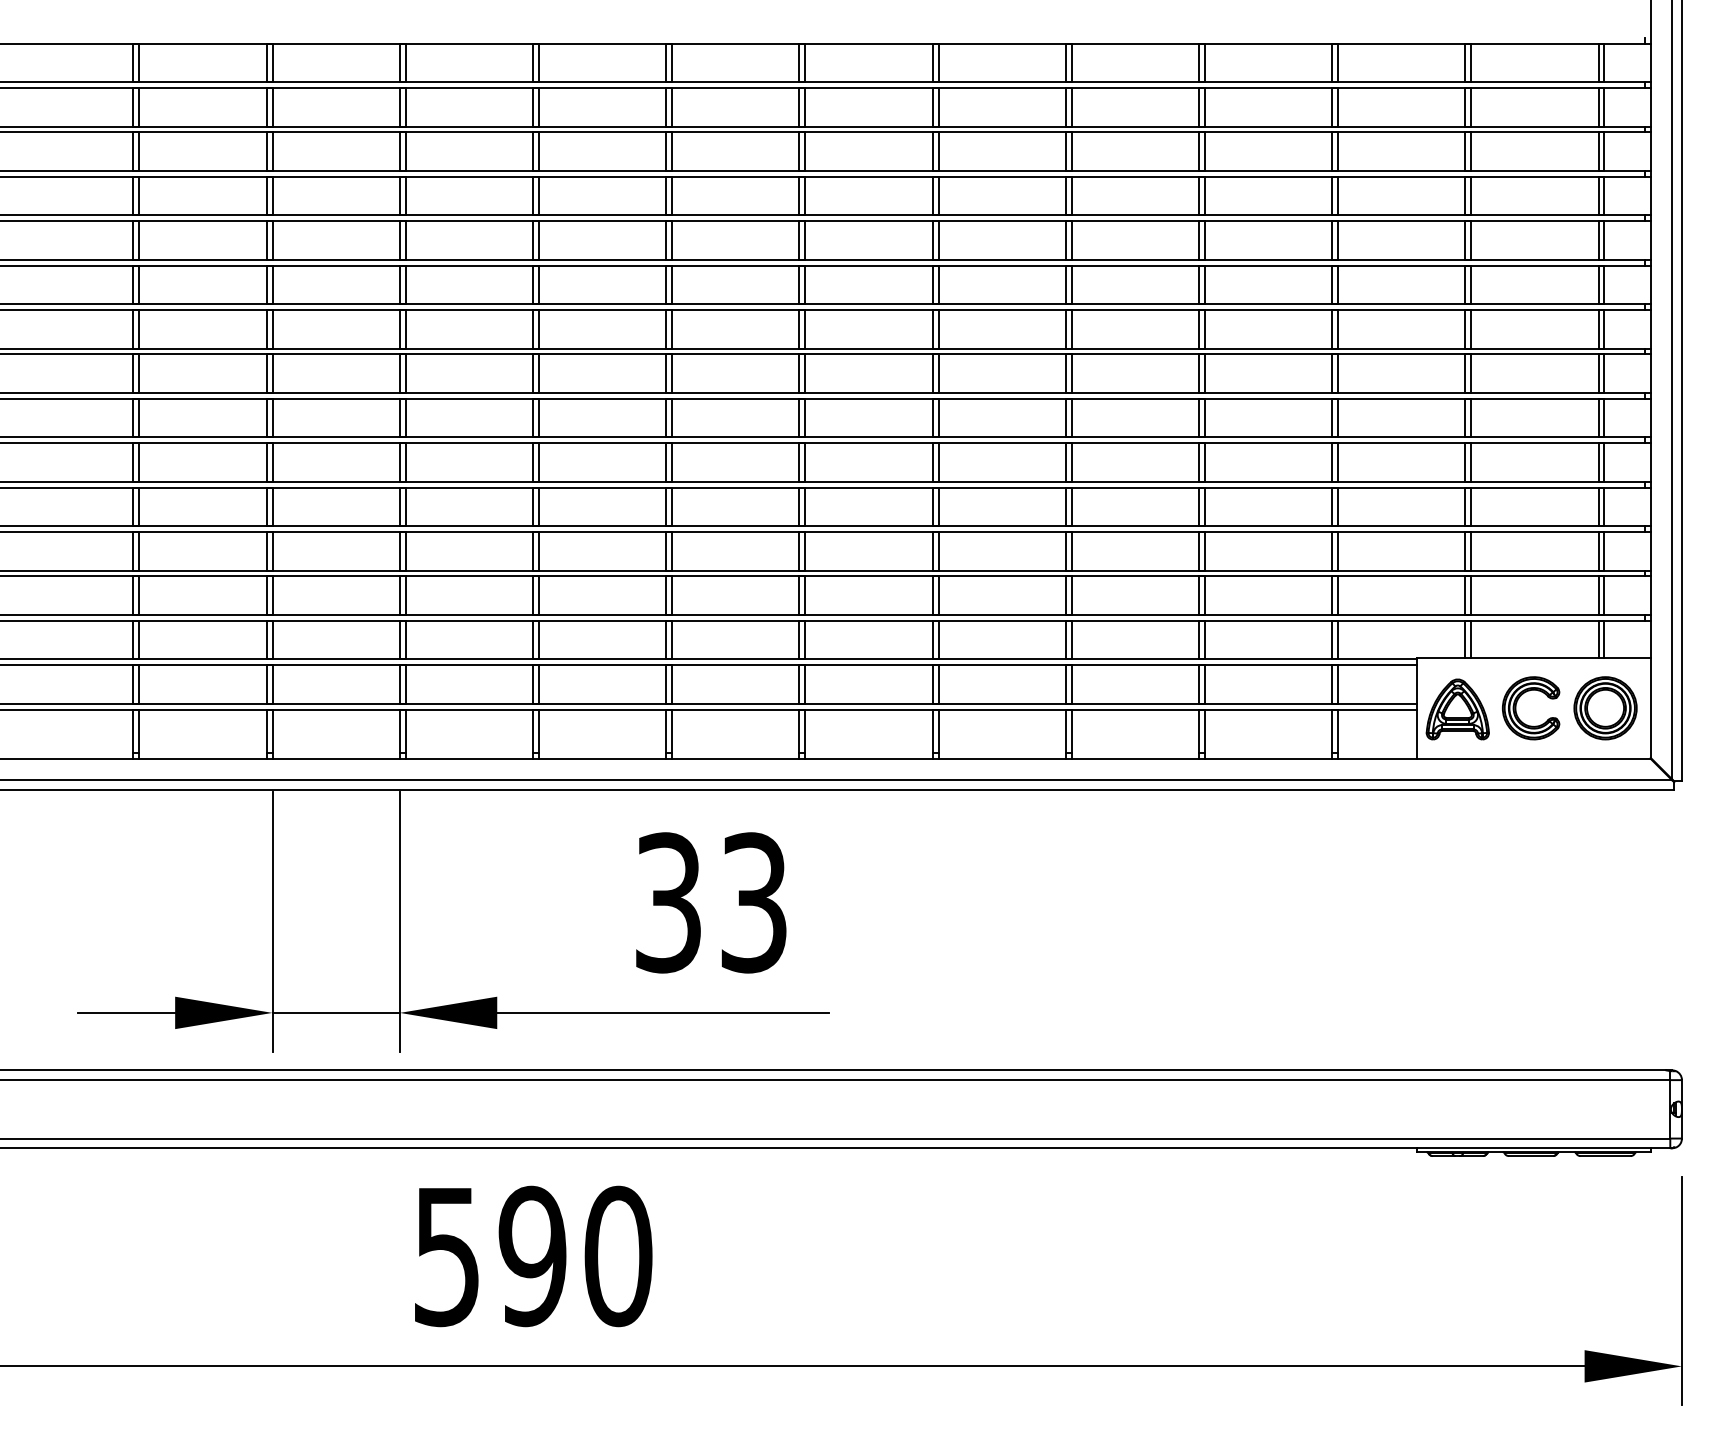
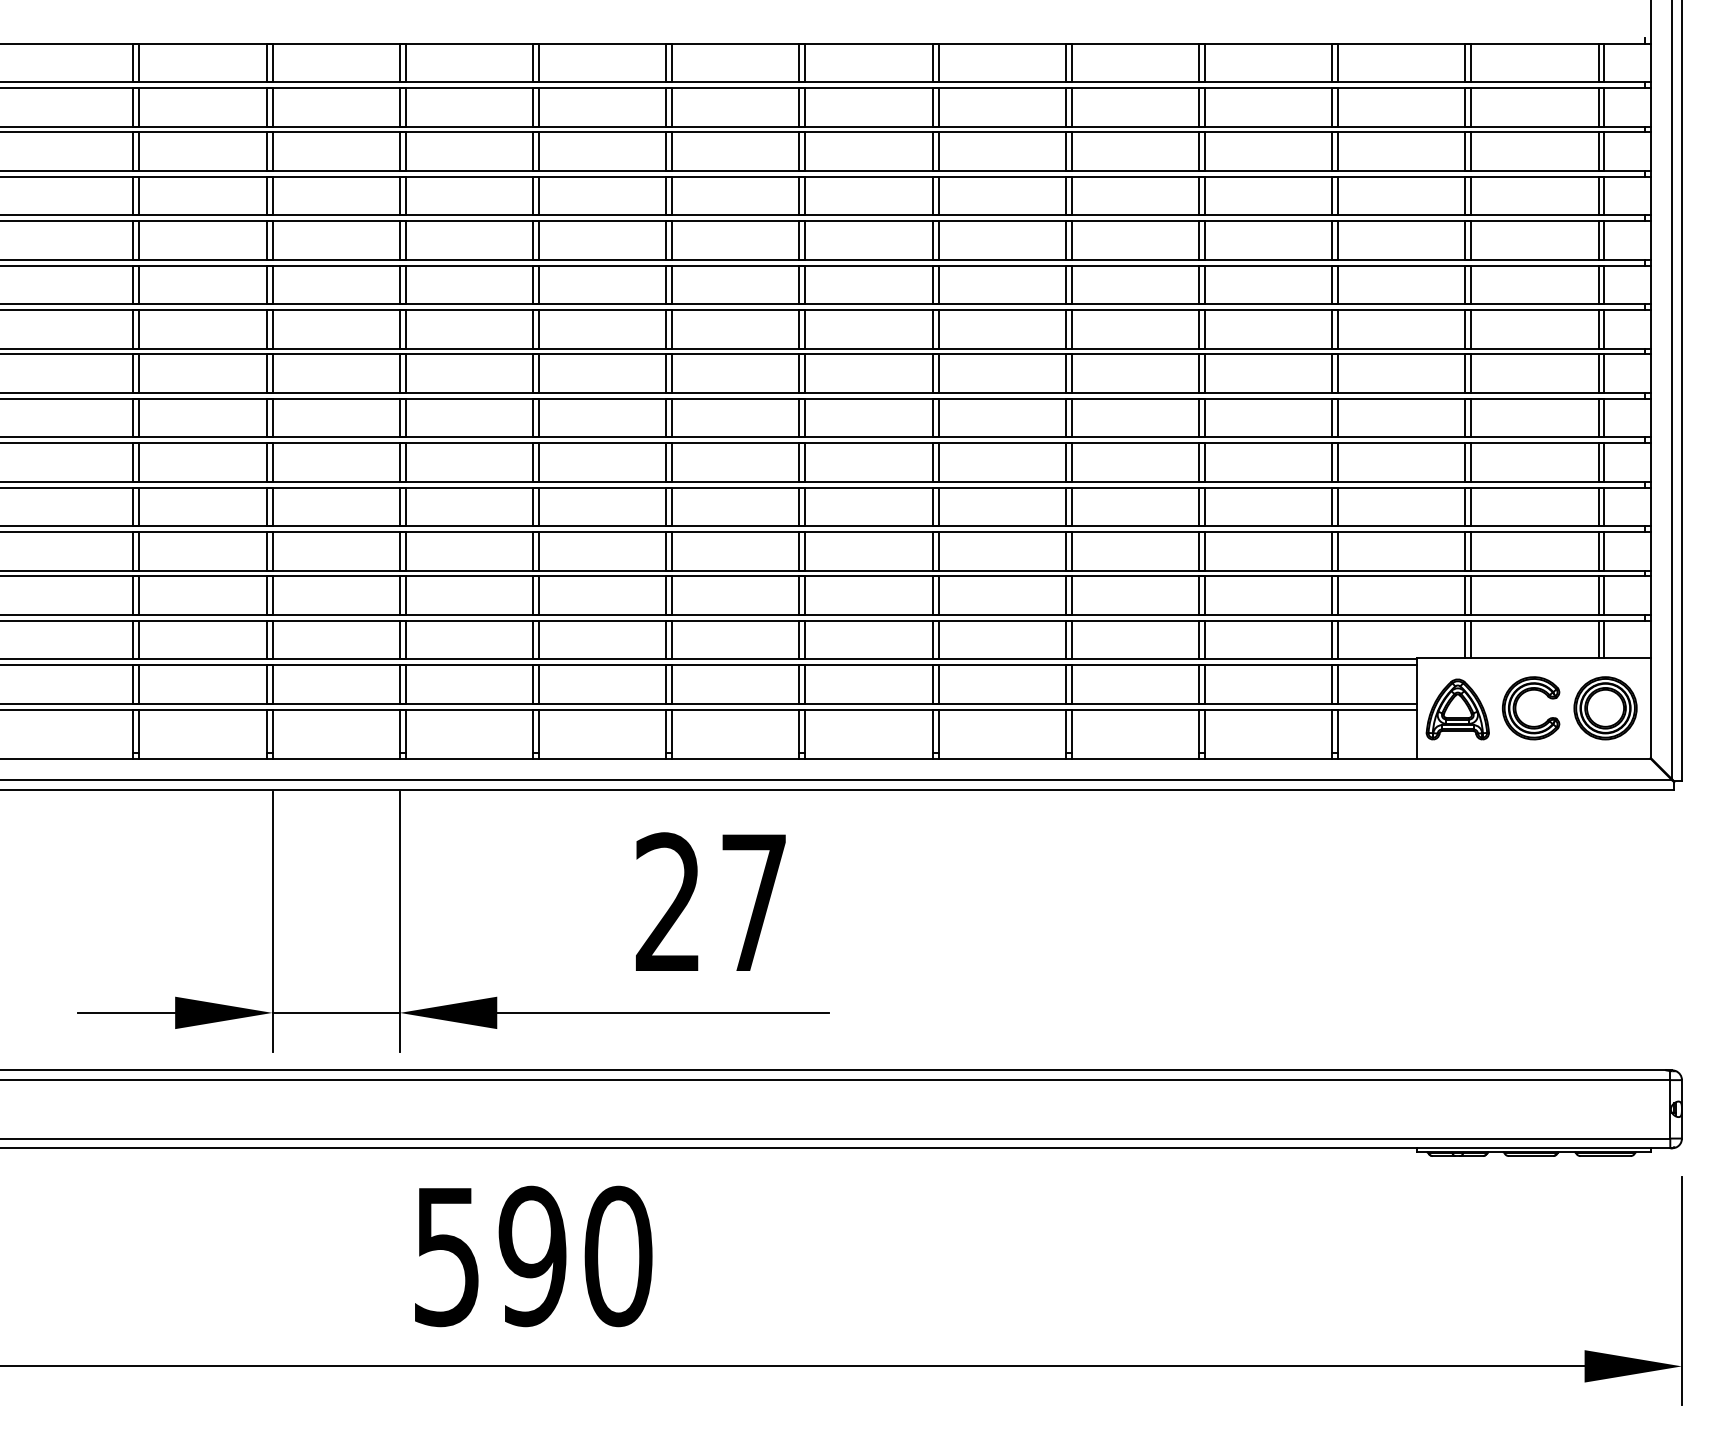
text at (710, 902): 33 -> 27
